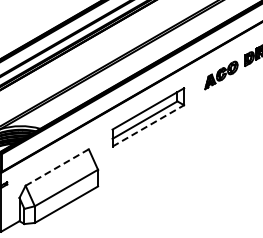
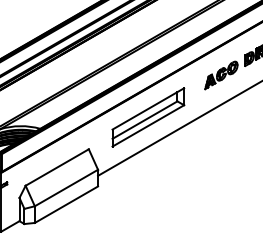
line at (148, 125): dashed -> solid
line at (178, 128): none -> present
line at (56, 167): dashed -> solid
